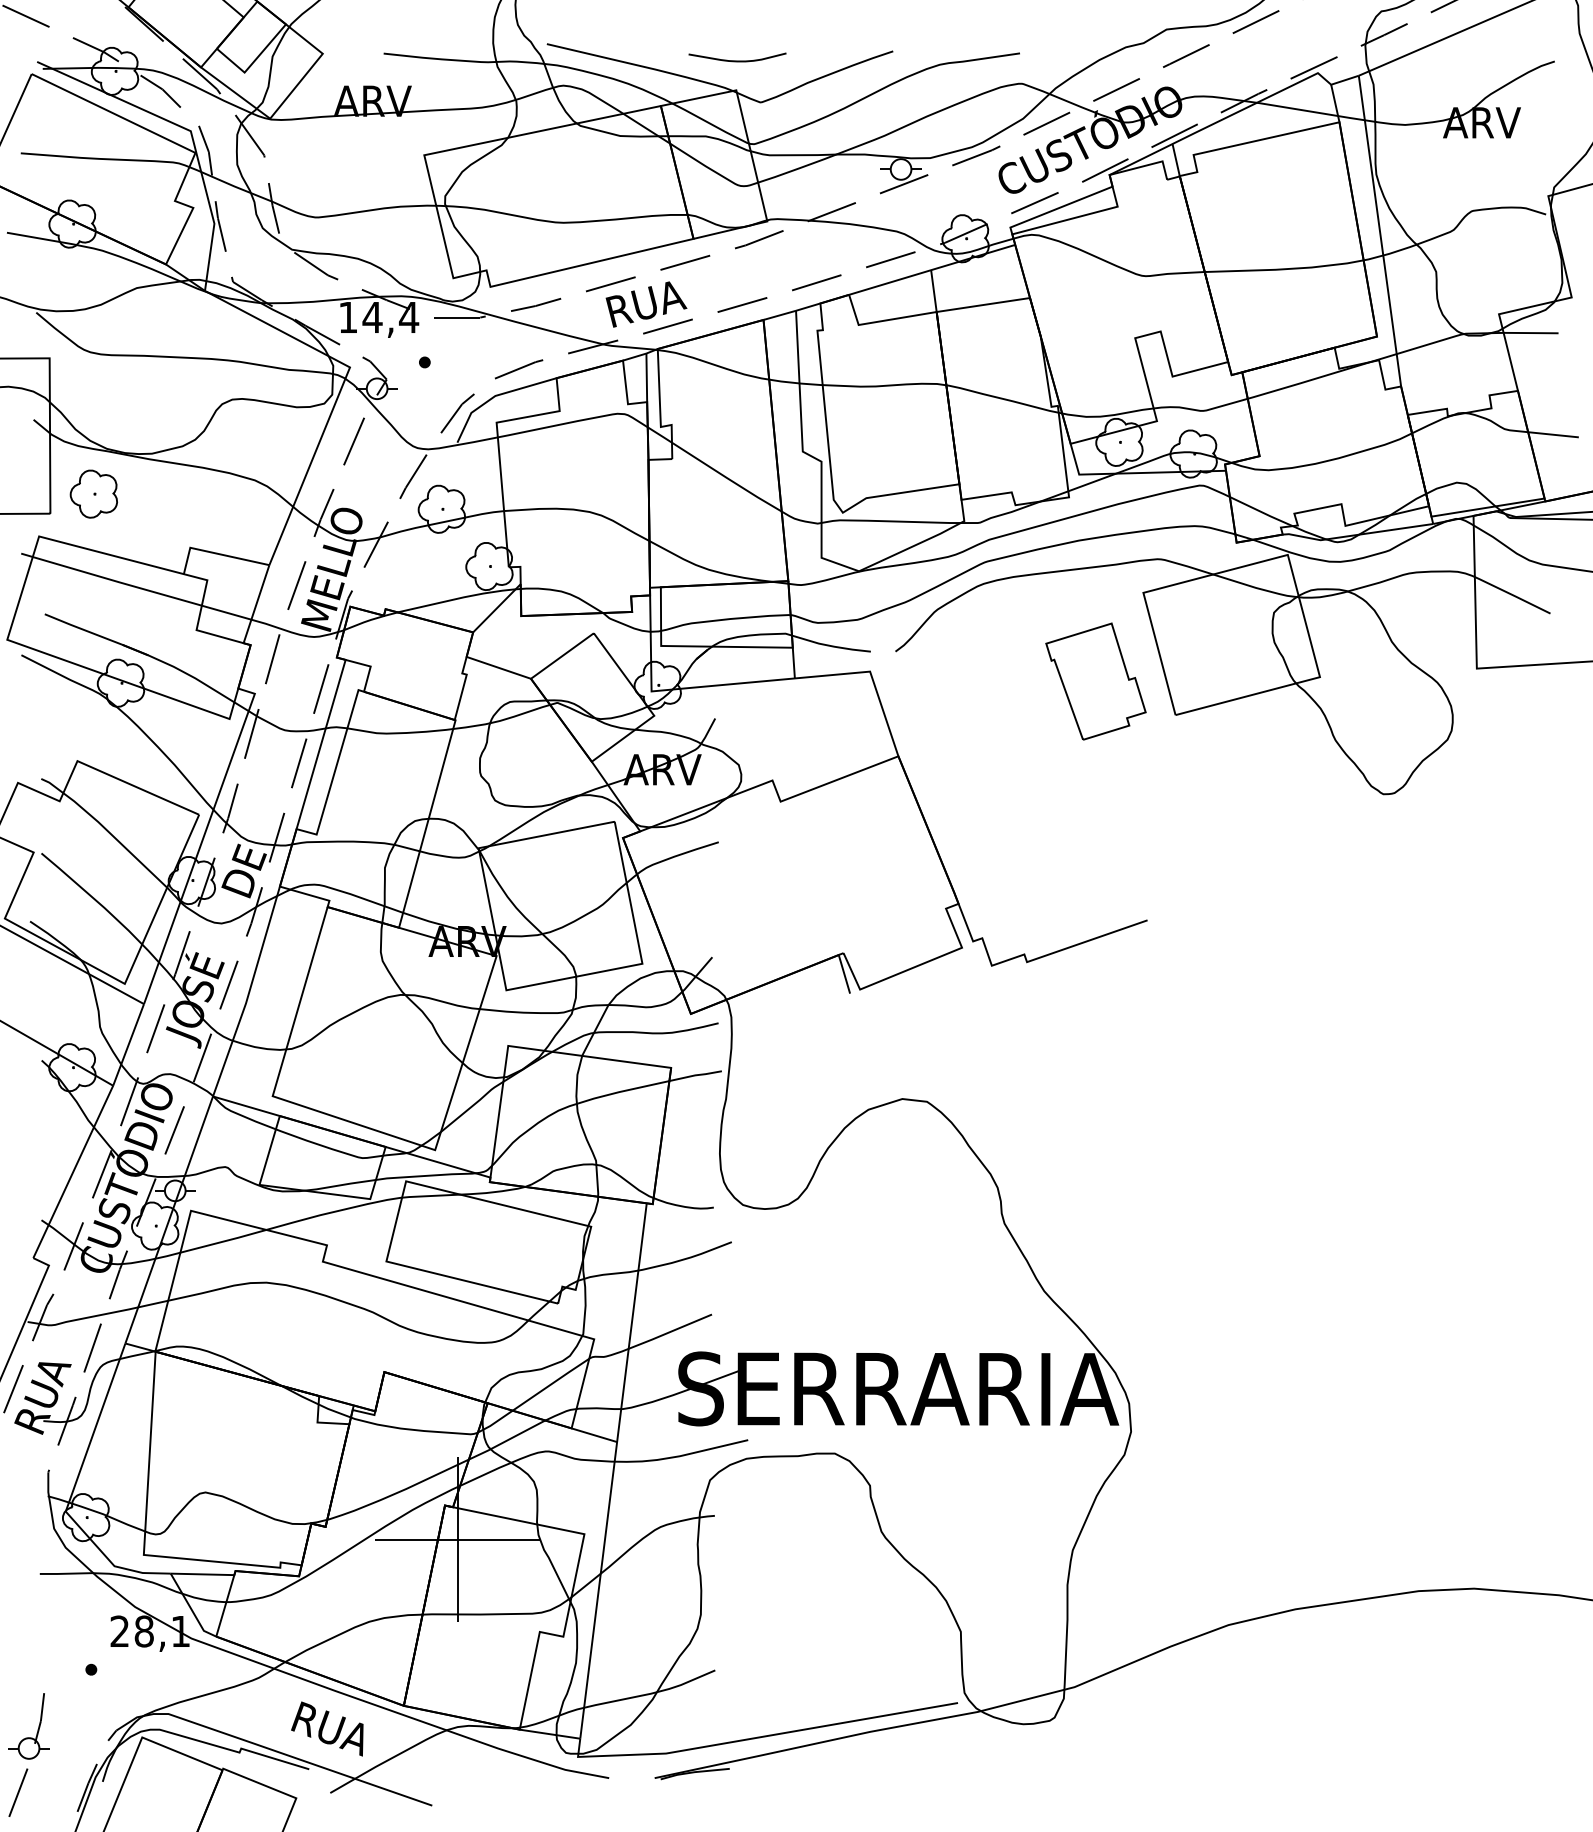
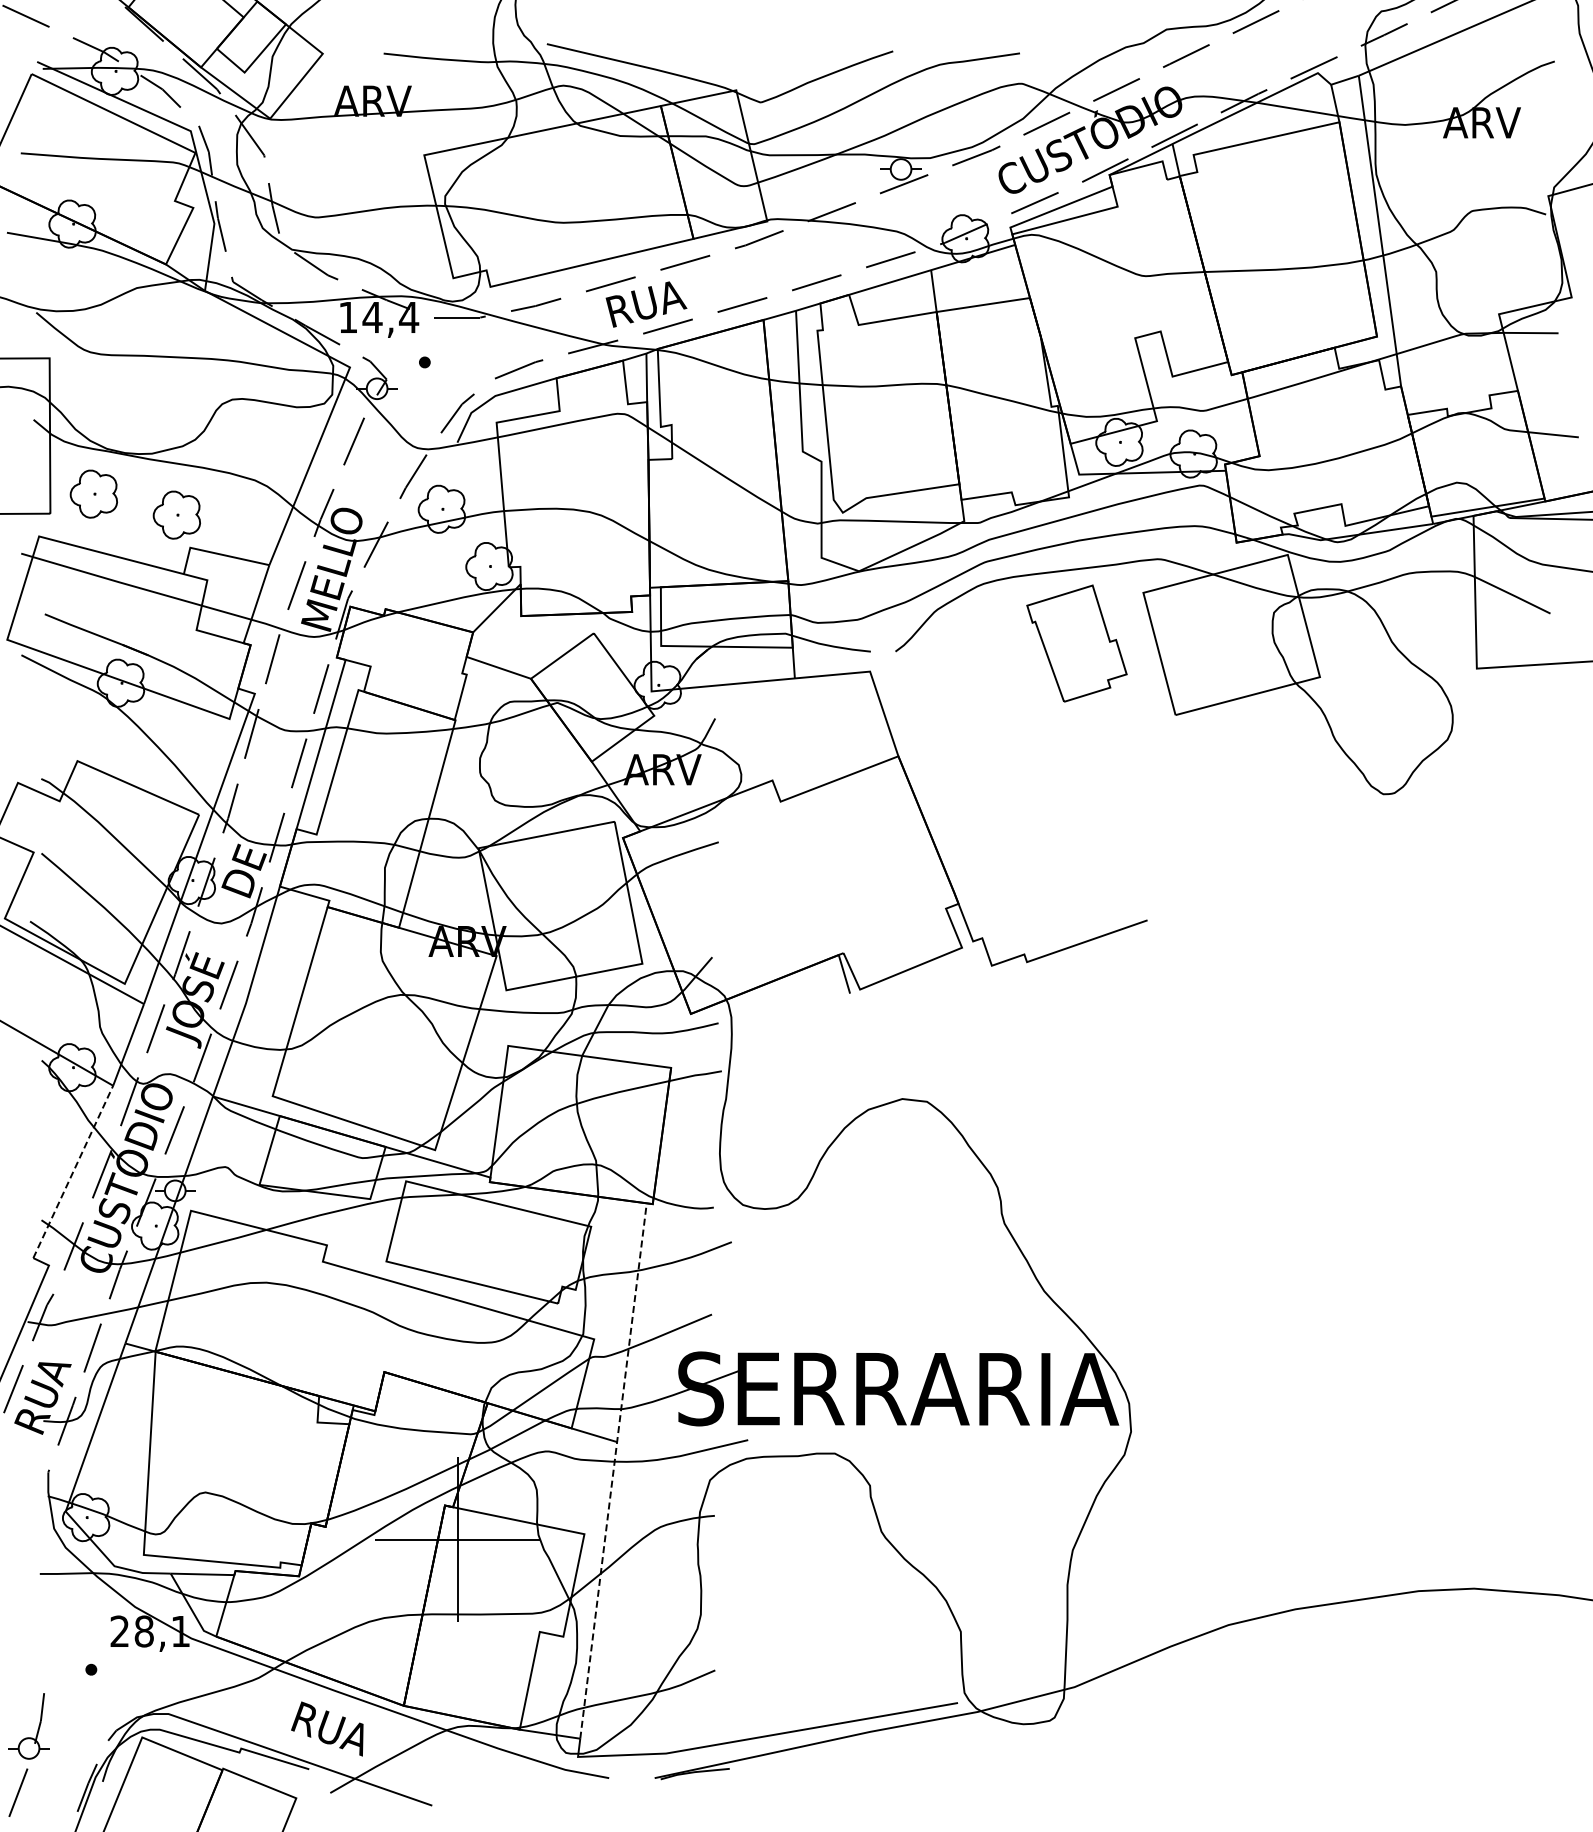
curve at (737, 60): present -> none
part at (176, 514): none -> present
part at (1095, 681) position: (1095, 681) -> (1076, 643)
line at (73, 1171): solid -> dashed
line at (613, 1471): solid -> dashed
